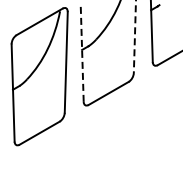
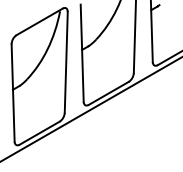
line at (134, 37): dashed -> solid
line at (82, 53): dashed -> solid
line at (90, 109): none -> present
